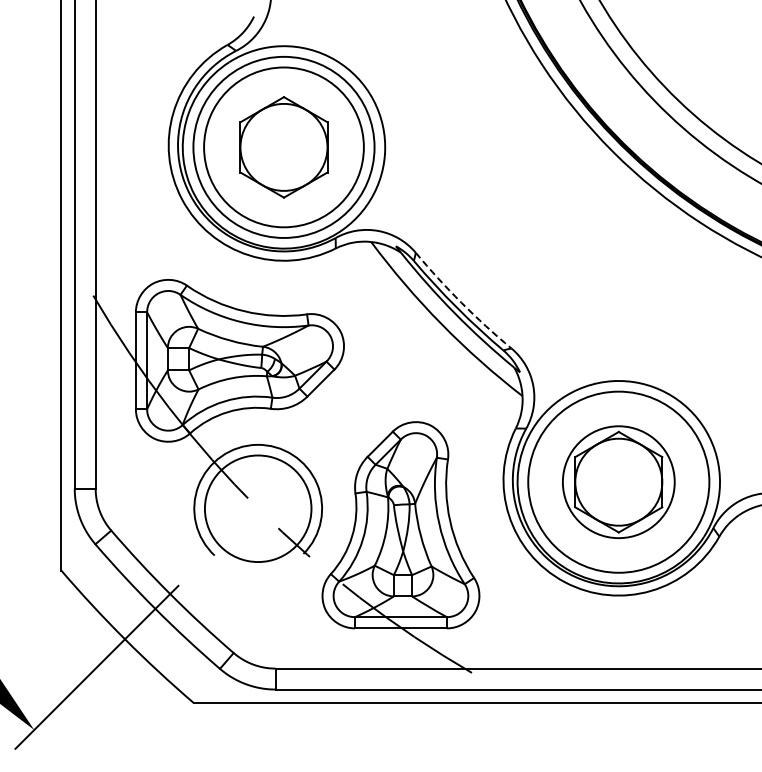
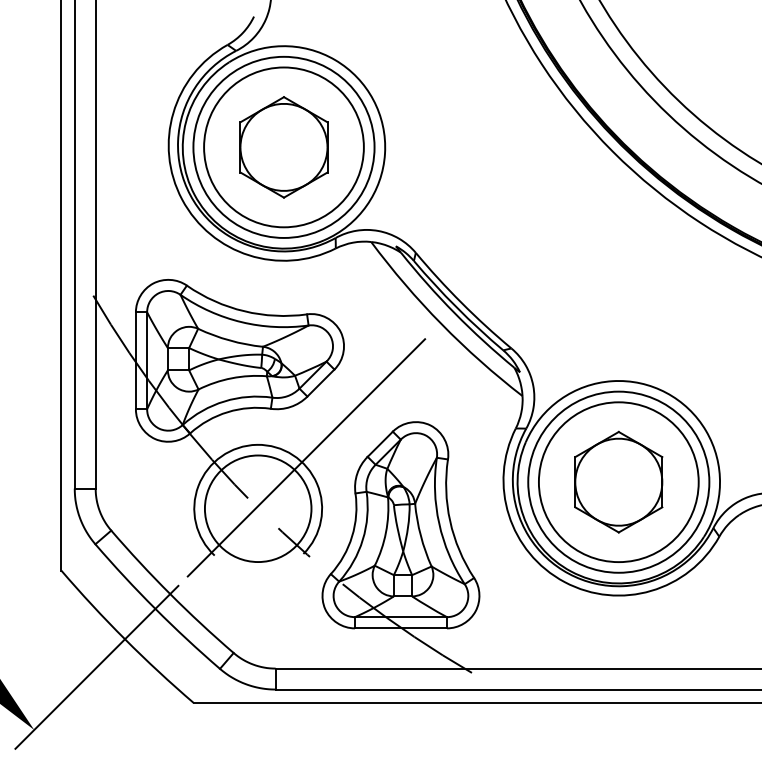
arc at (461, 302): dashed -> solid
line at (306, 457): none -> present
circle at (618, 482) diameter: 112 px -> 160 px
